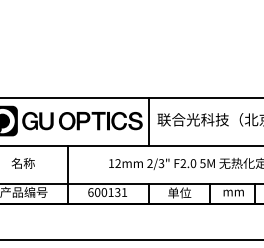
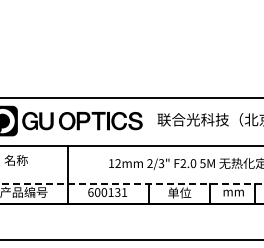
line at (149, 121): present -> none
text at (22, 163) position: (22, 163) -> (15, 160)
line at (132, 183): solid -> dashed
